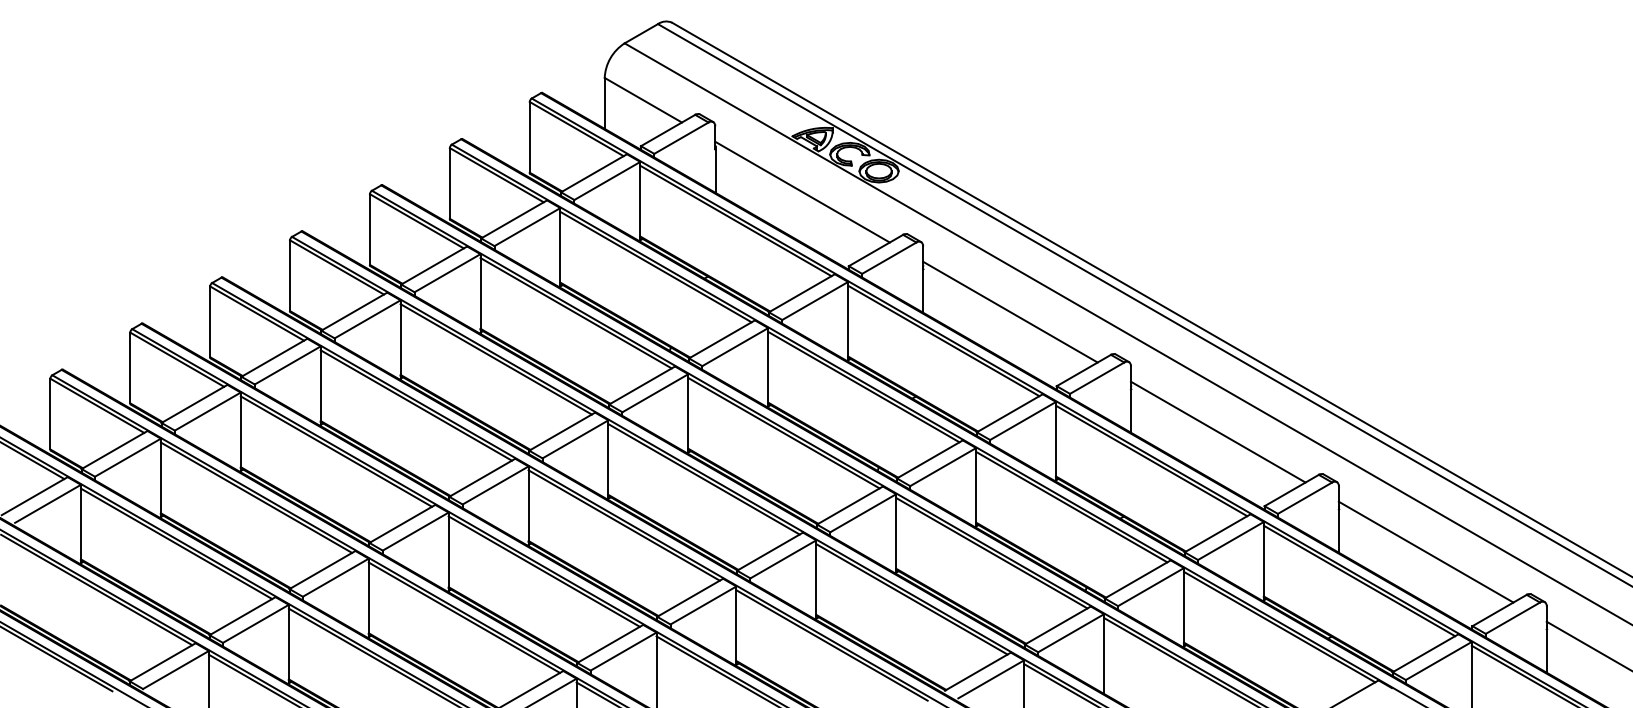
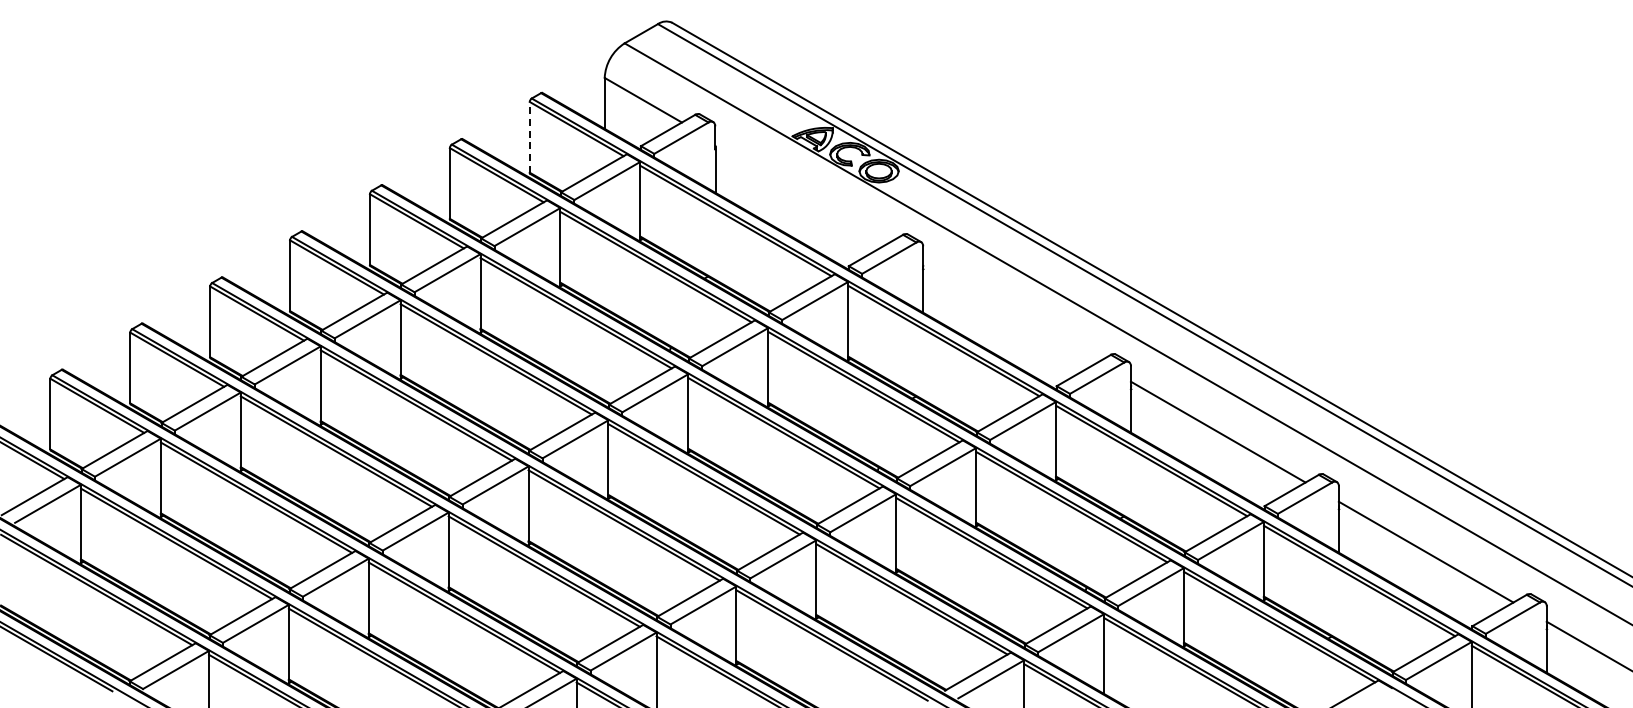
line at (529, 136): solid -> dashed
line at (802, 191): present -> none
line at (1010, 311): present -> none
